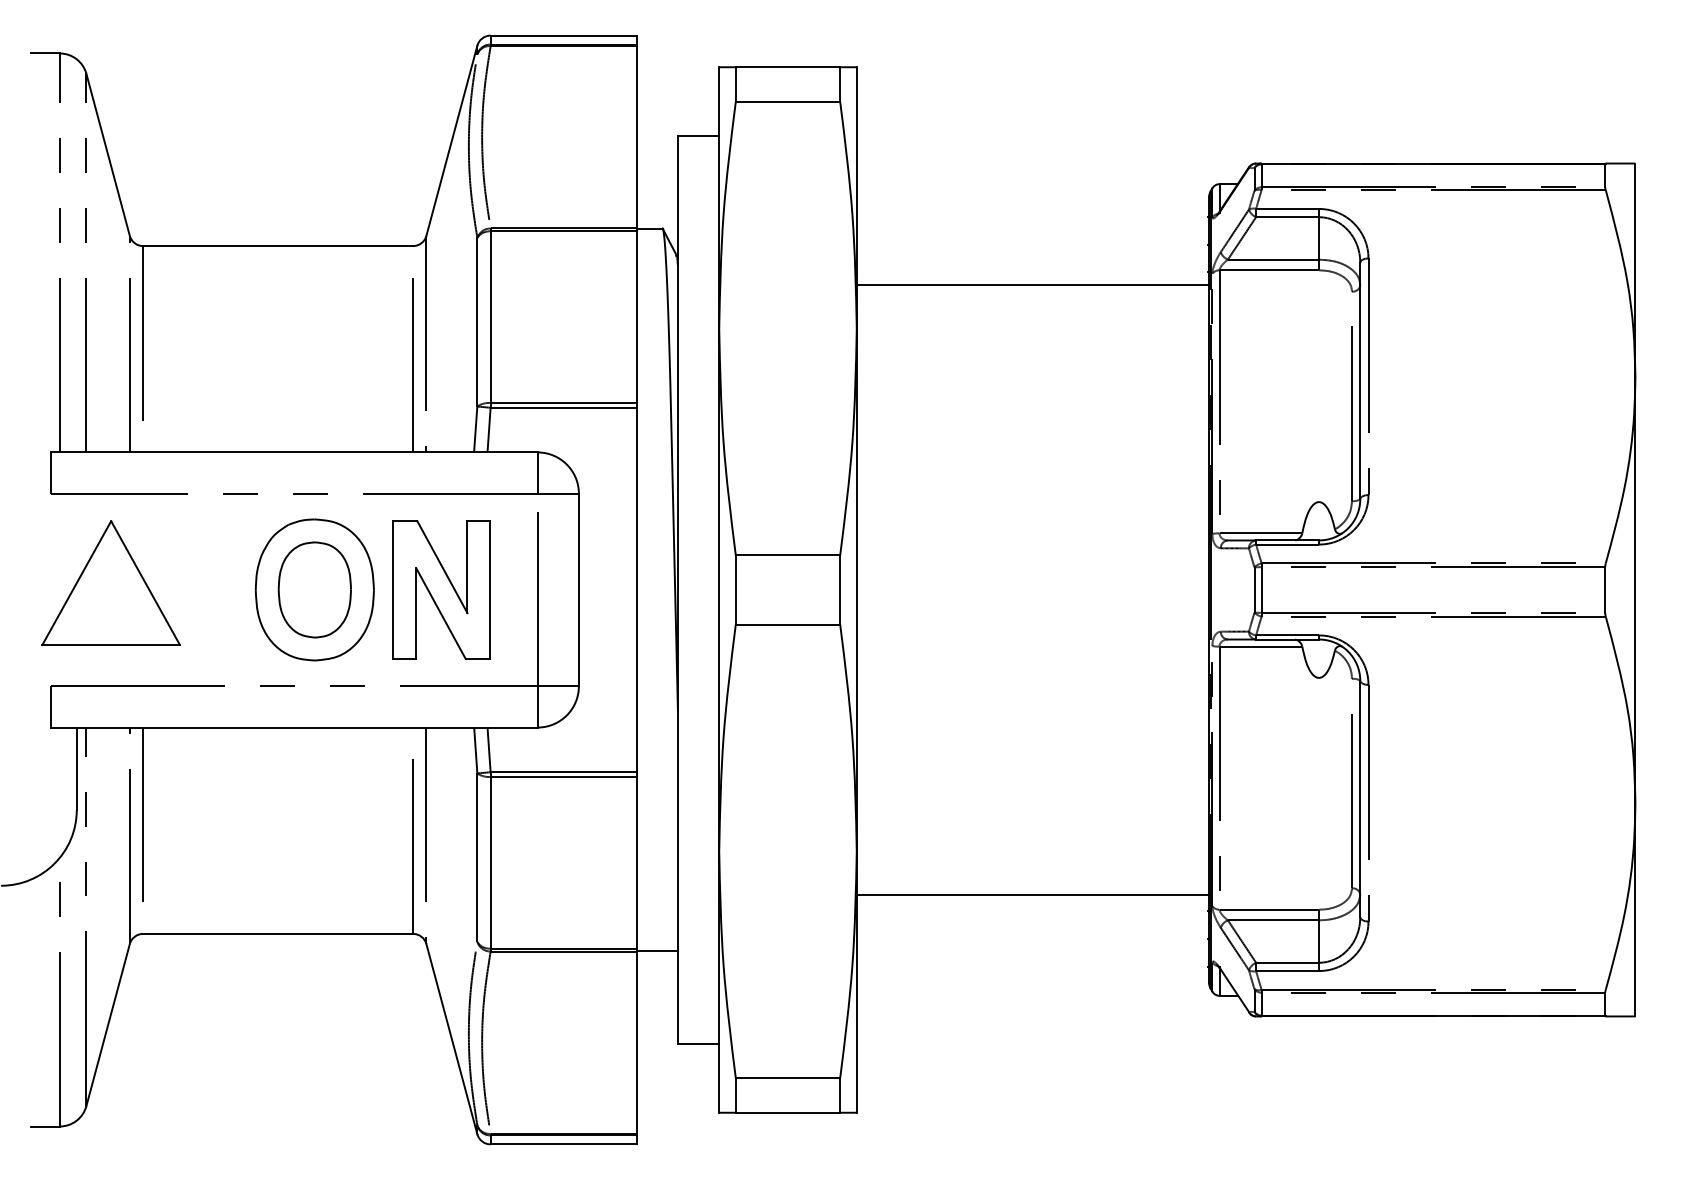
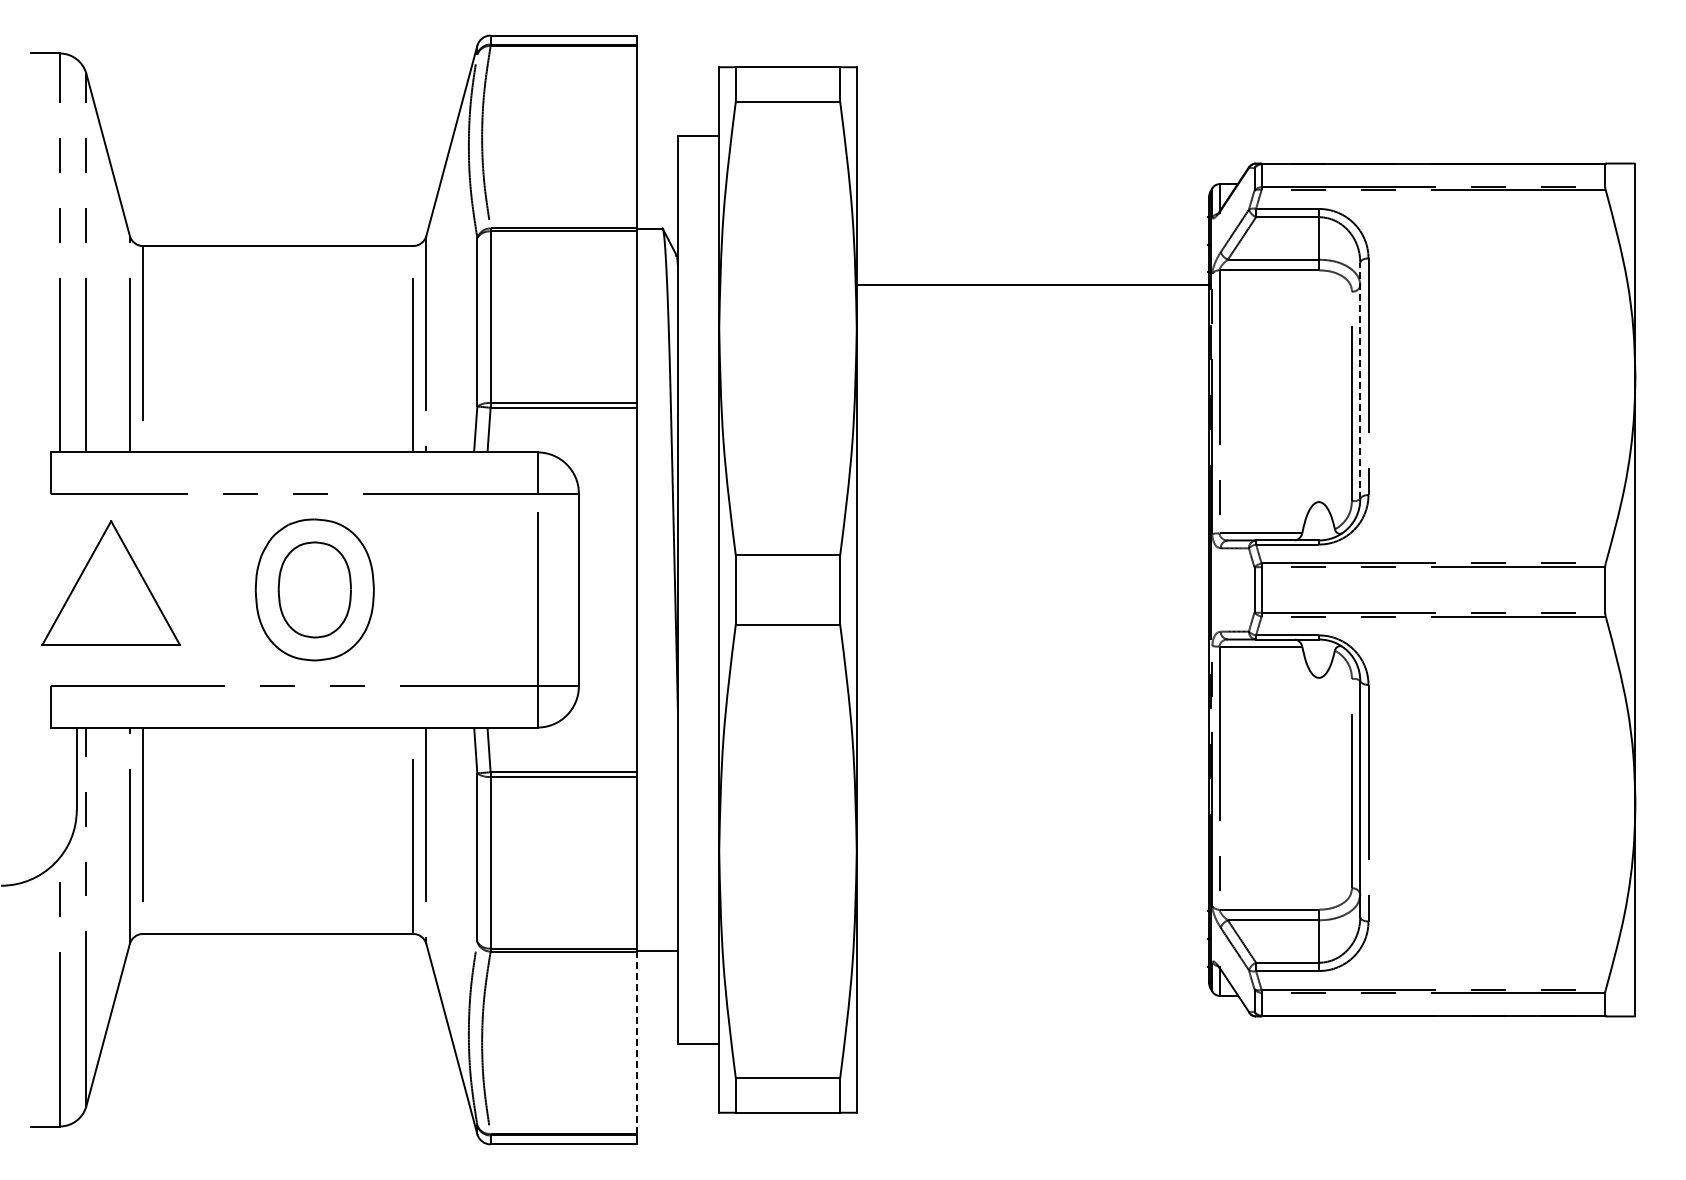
line at (1360, 380): solid -> dashed
part at (441, 589): present -> none
line at (1032, 895): present -> none
line at (636, 1042): solid -> dashed
